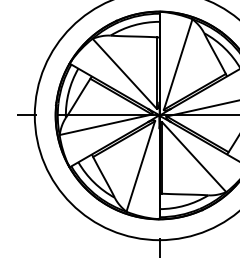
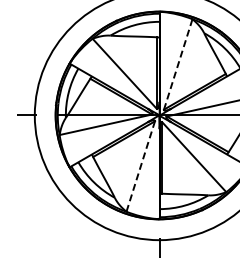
line at (178, 64): solid -> dashed
line at (140, 166): solid -> dashed
